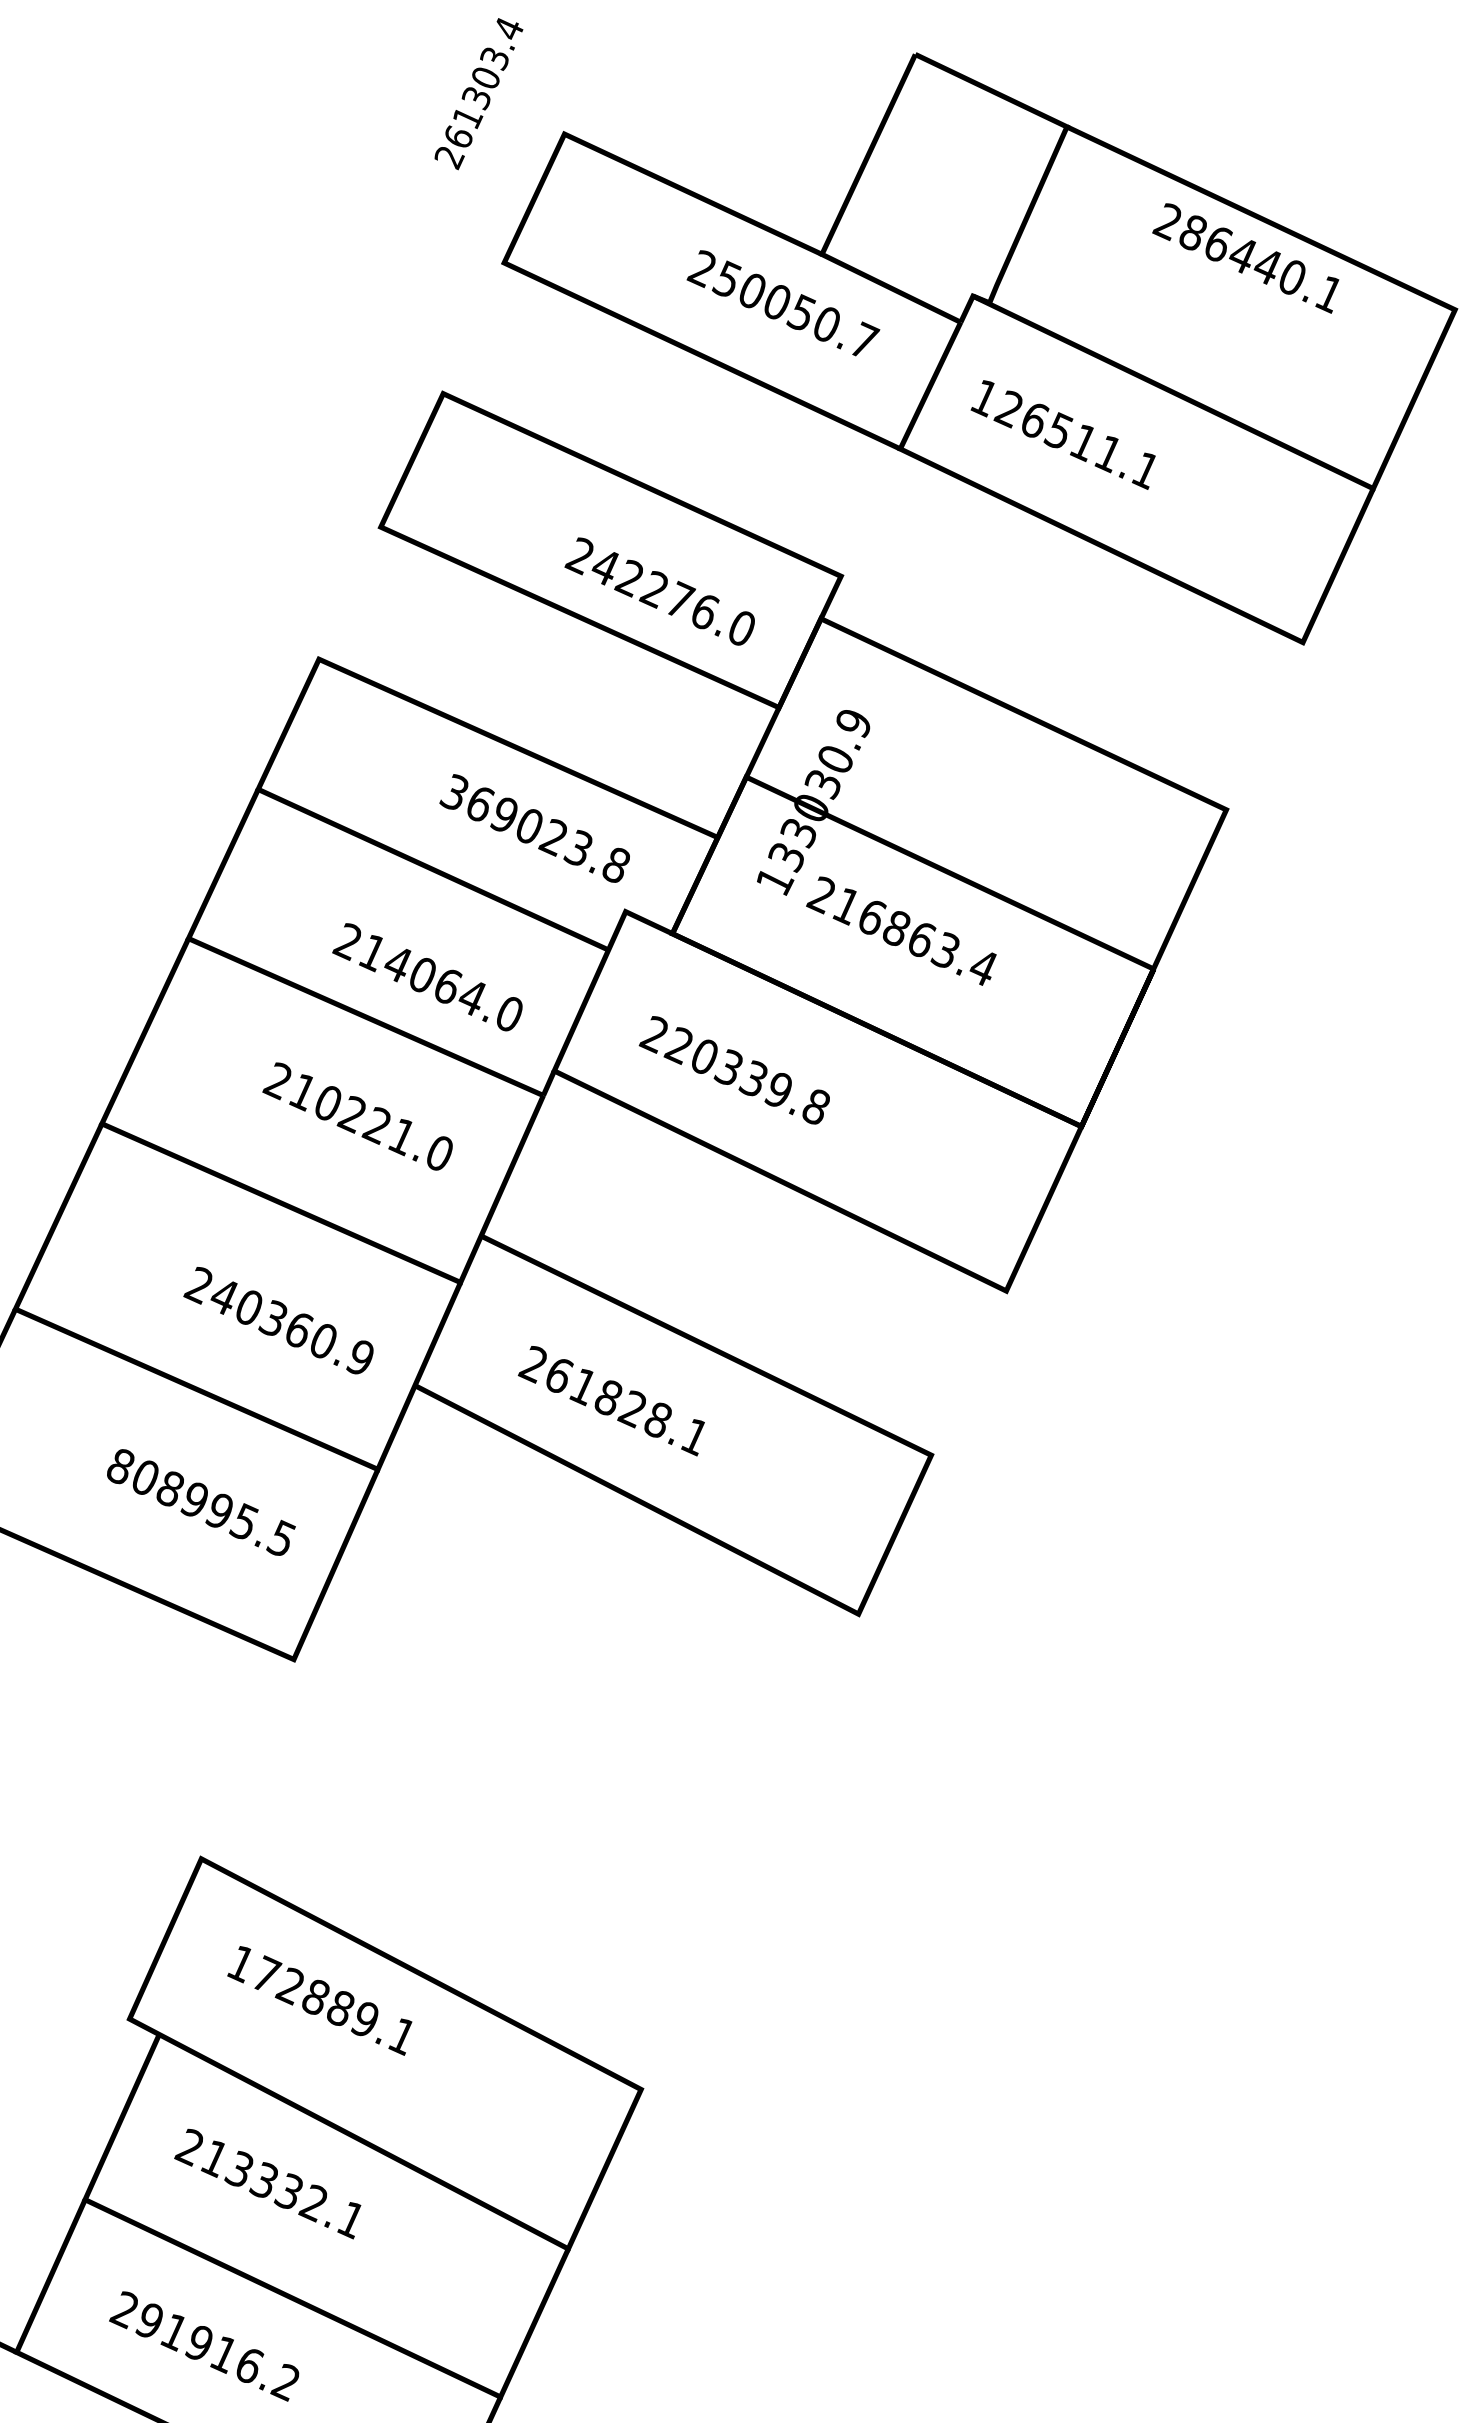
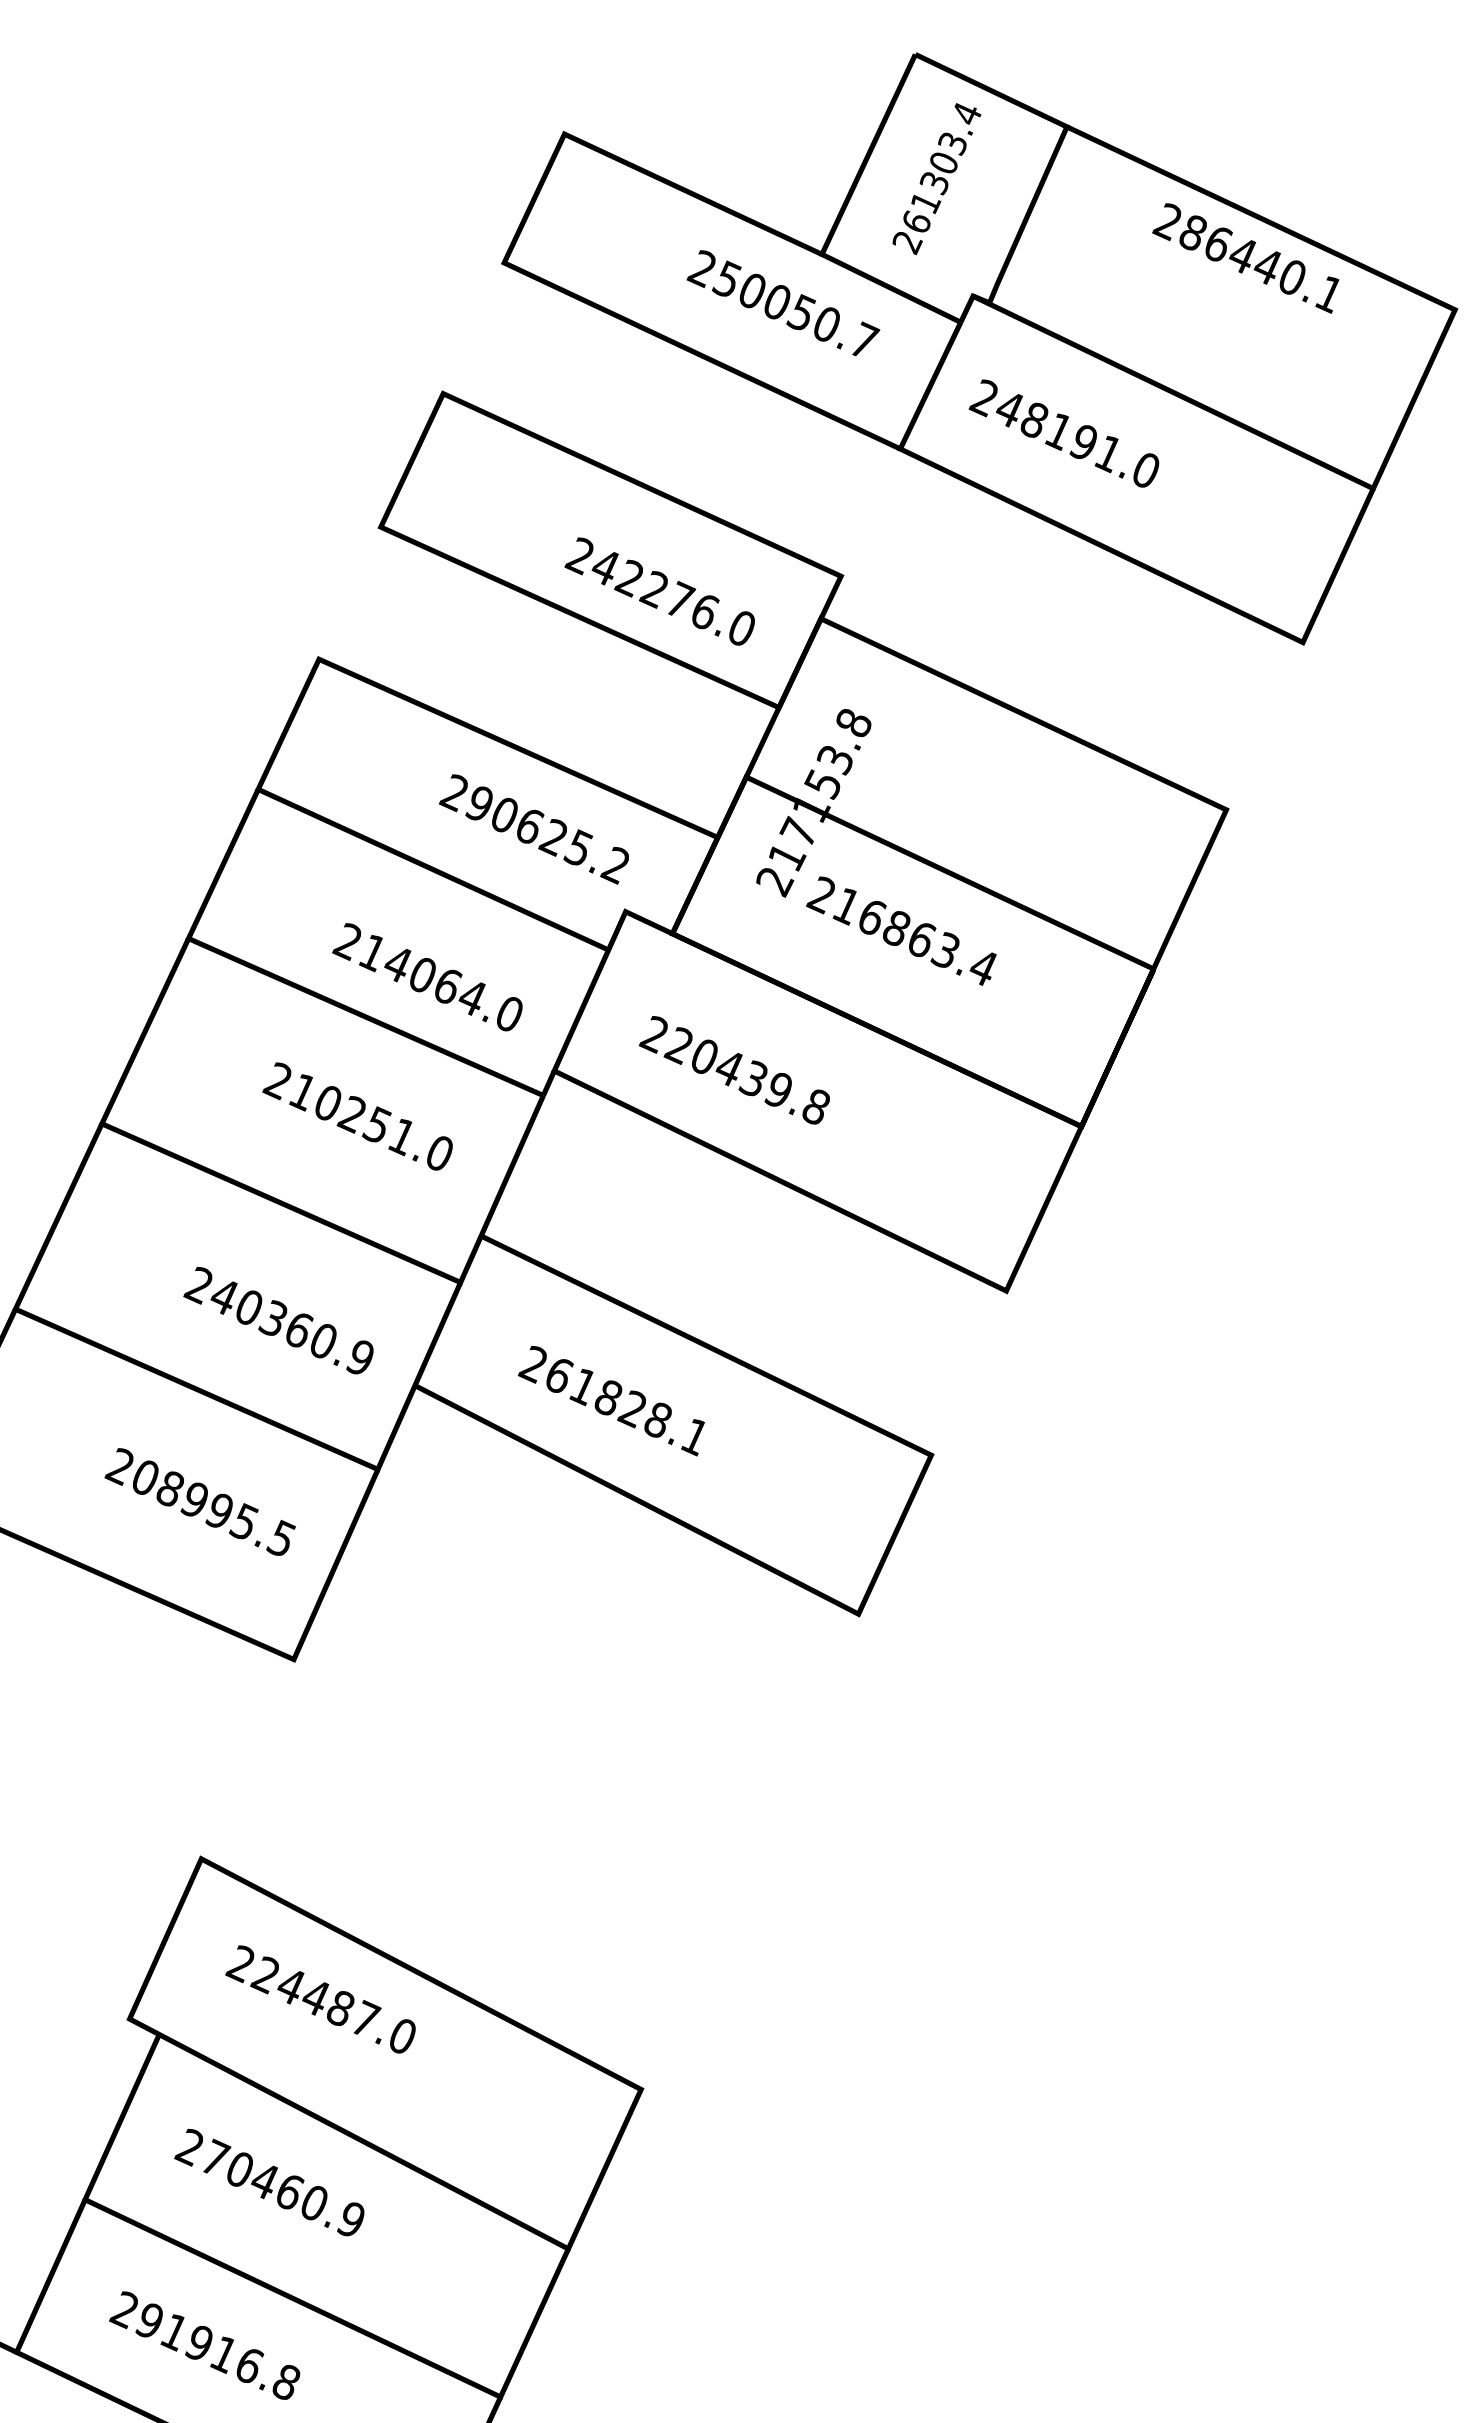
text at (478, 94) position: (478, 94) -> (936, 179)
text at (1063, 434): 126511.1 -> 248191.0
text at (813, 803): 133030.9 -> 217153.8
text at (533, 829): 369023.8 -> 290625.2
text at (727, 1067): 220339.8 -> 220439.8
text at (376, 1125): 210221.0 -> 210251.0
text at (119, 1466): 808995.5 -> 208995.5
text at (320, 2000): 172889.1 -> 224487.0
text at (282, 2188): 213332.1 -> 270460.9
text at (285, 2382): 291916.2 -> 291916.8
